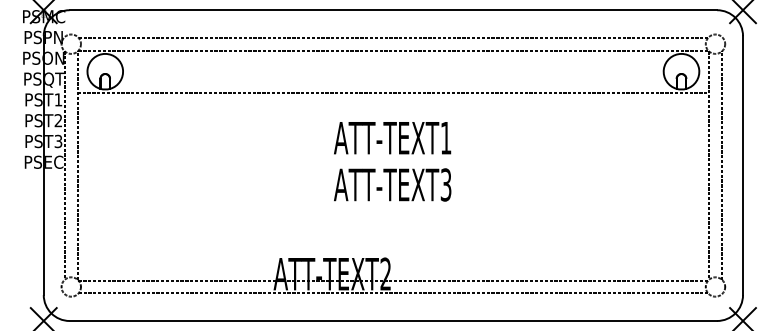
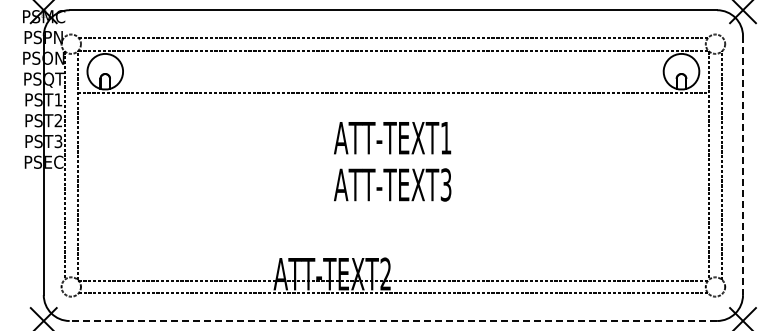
line at (743, 166): solid -> dashed
line at (393, 321): solid -> dashed
